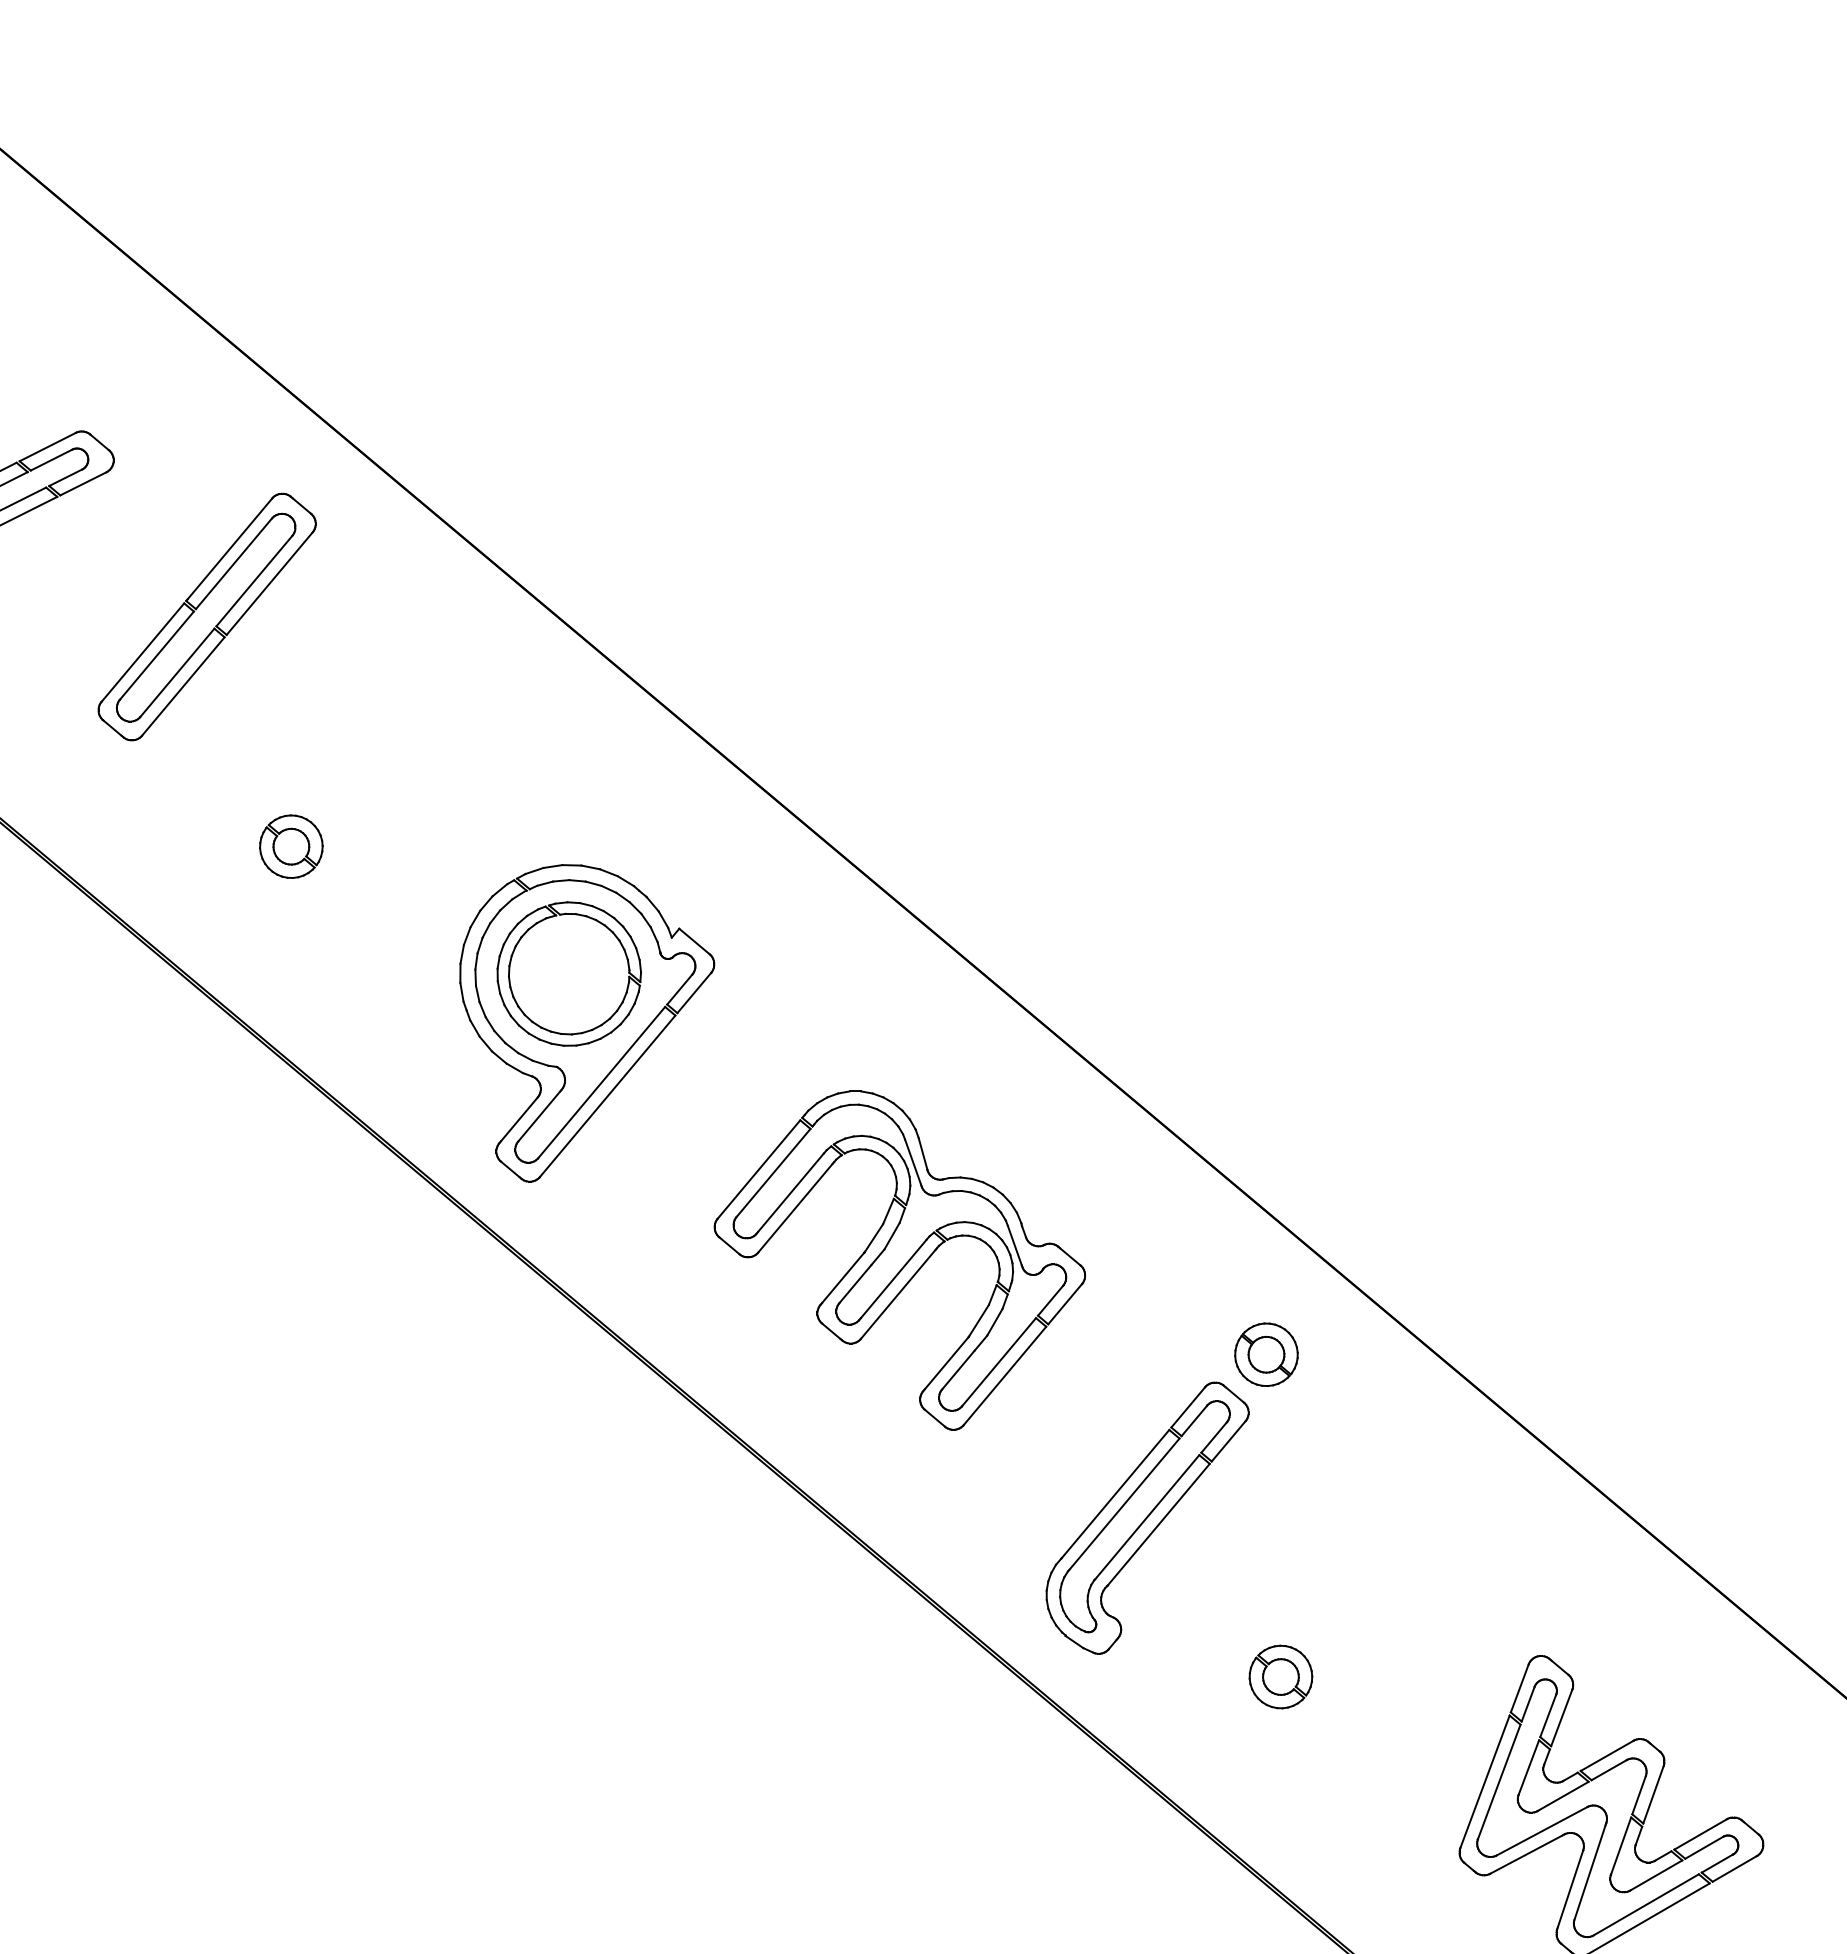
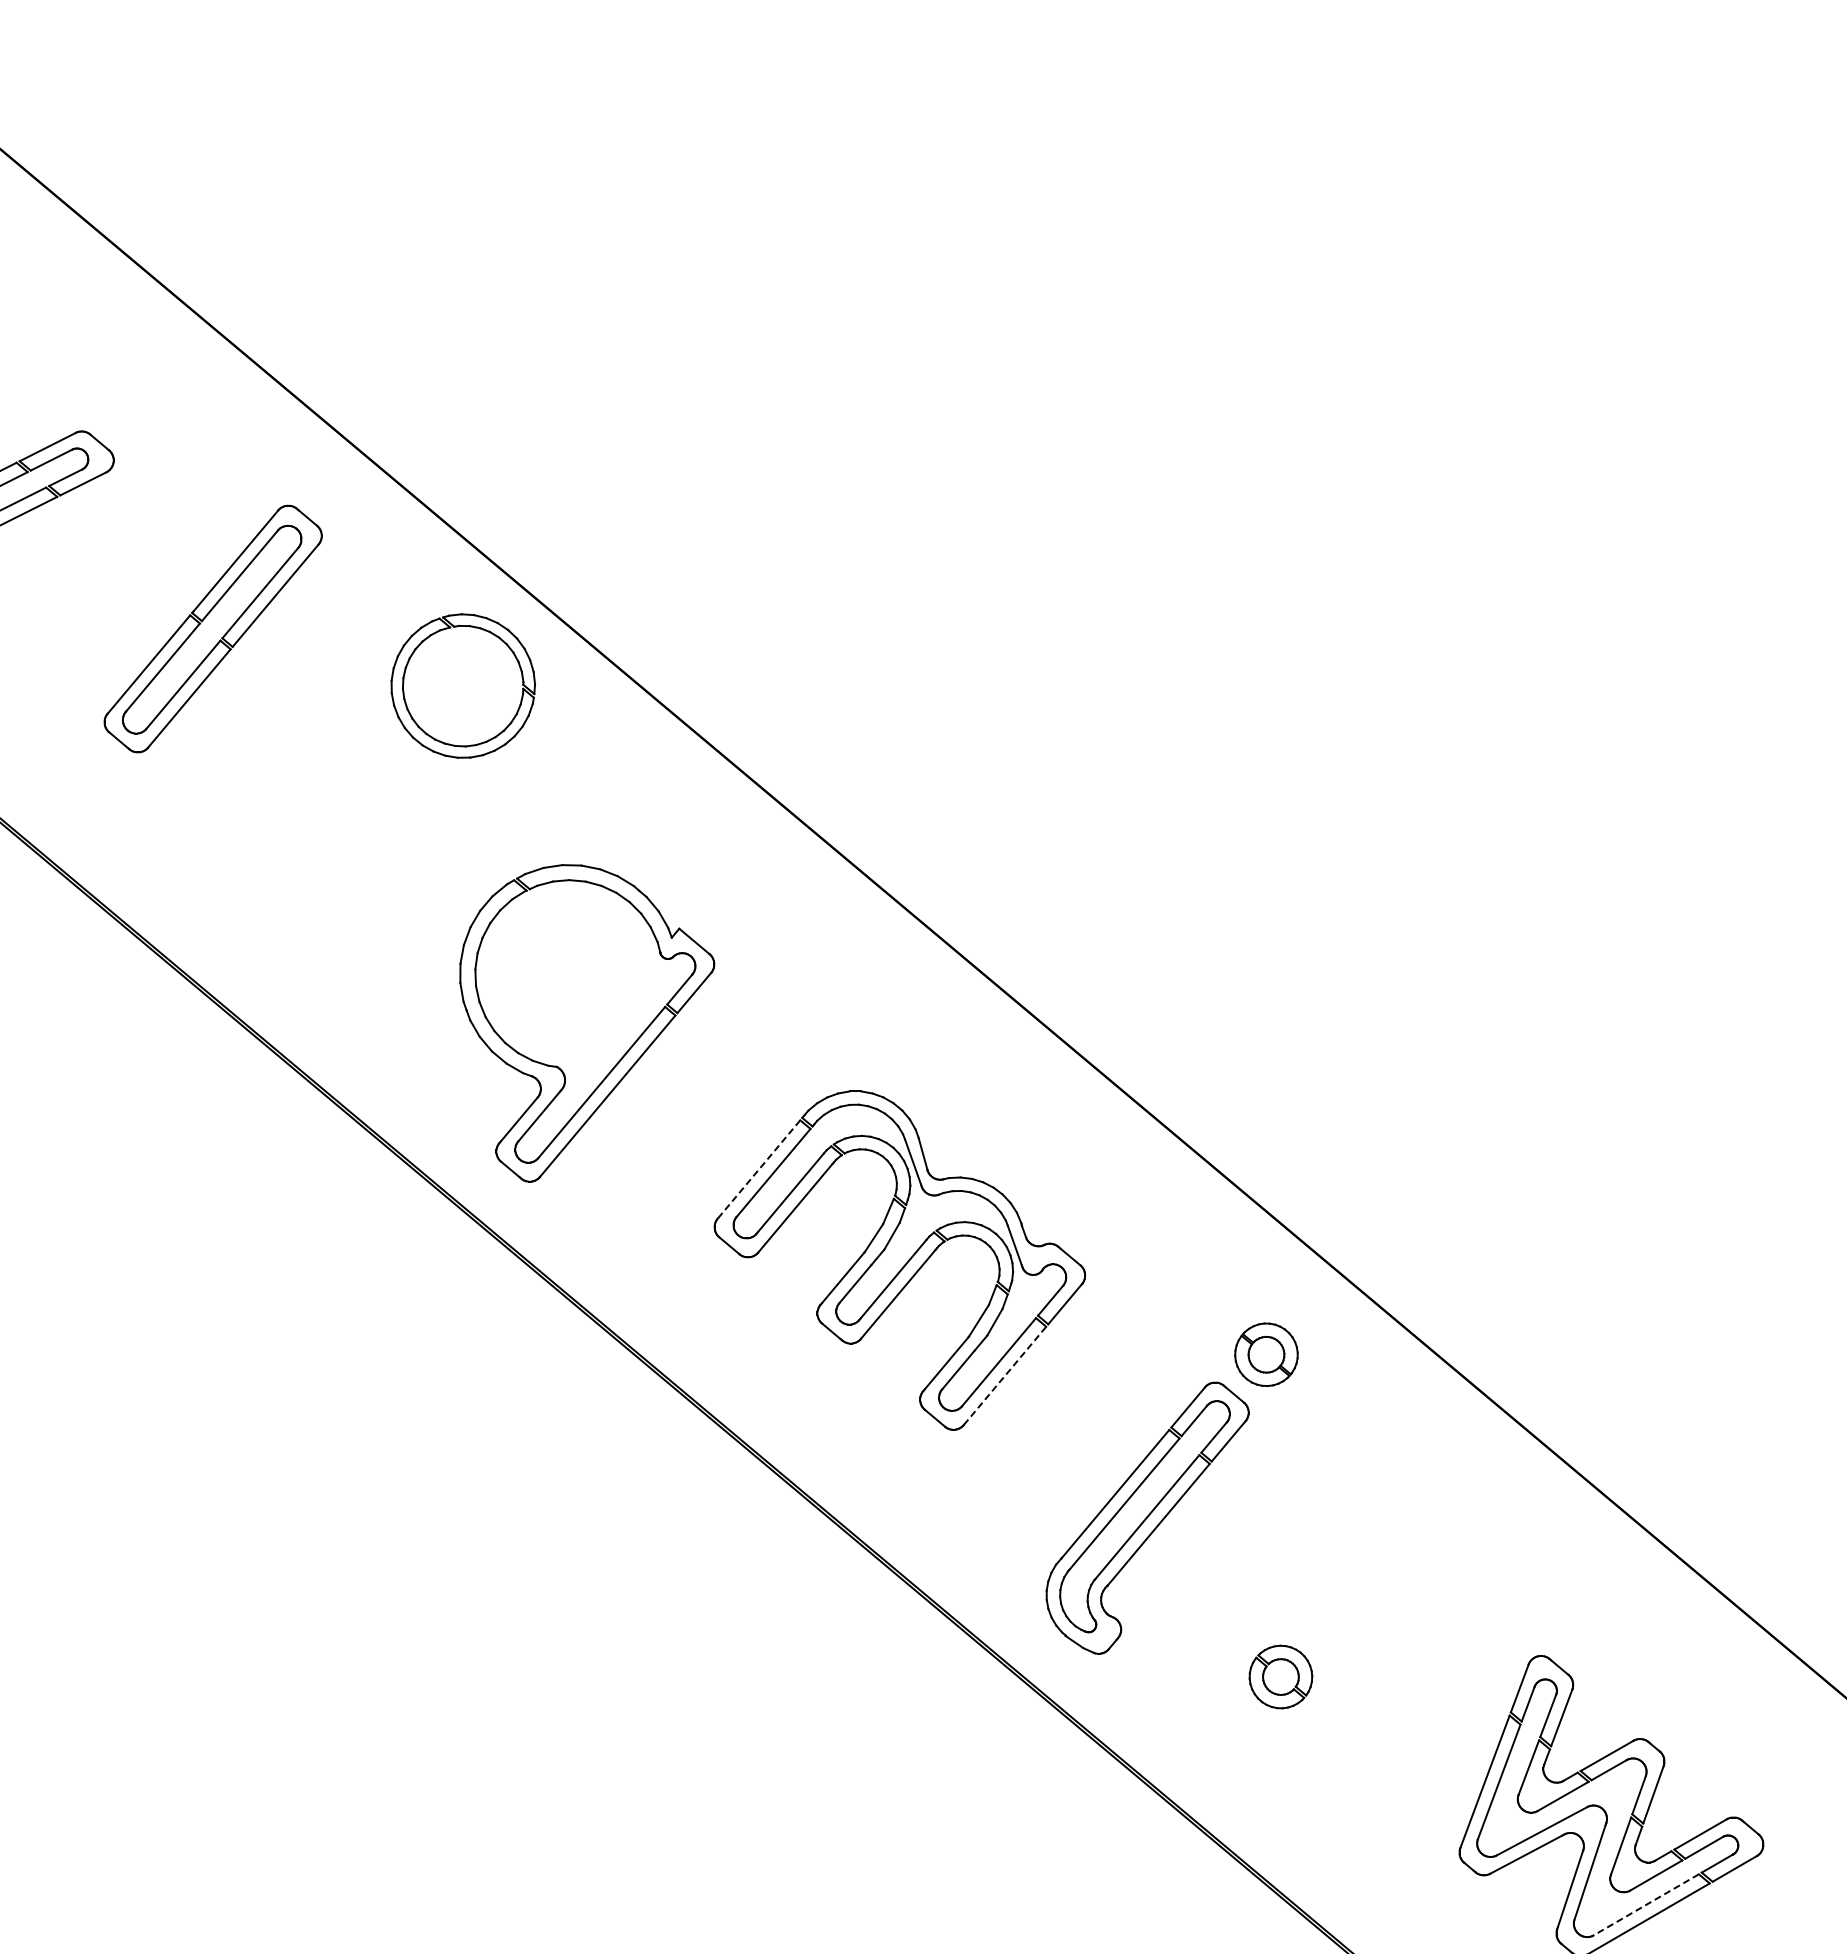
part at (206, 616) position: (206, 616) -> (212, 628)
part at (291, 846): present -> none
part at (568, 973) position: (568, 973) -> (462, 685)
line at (758, 1169): solid -> dashed
line at (1005, 1375): solid -> dashed
line at (1645, 1905): solid -> dashed
